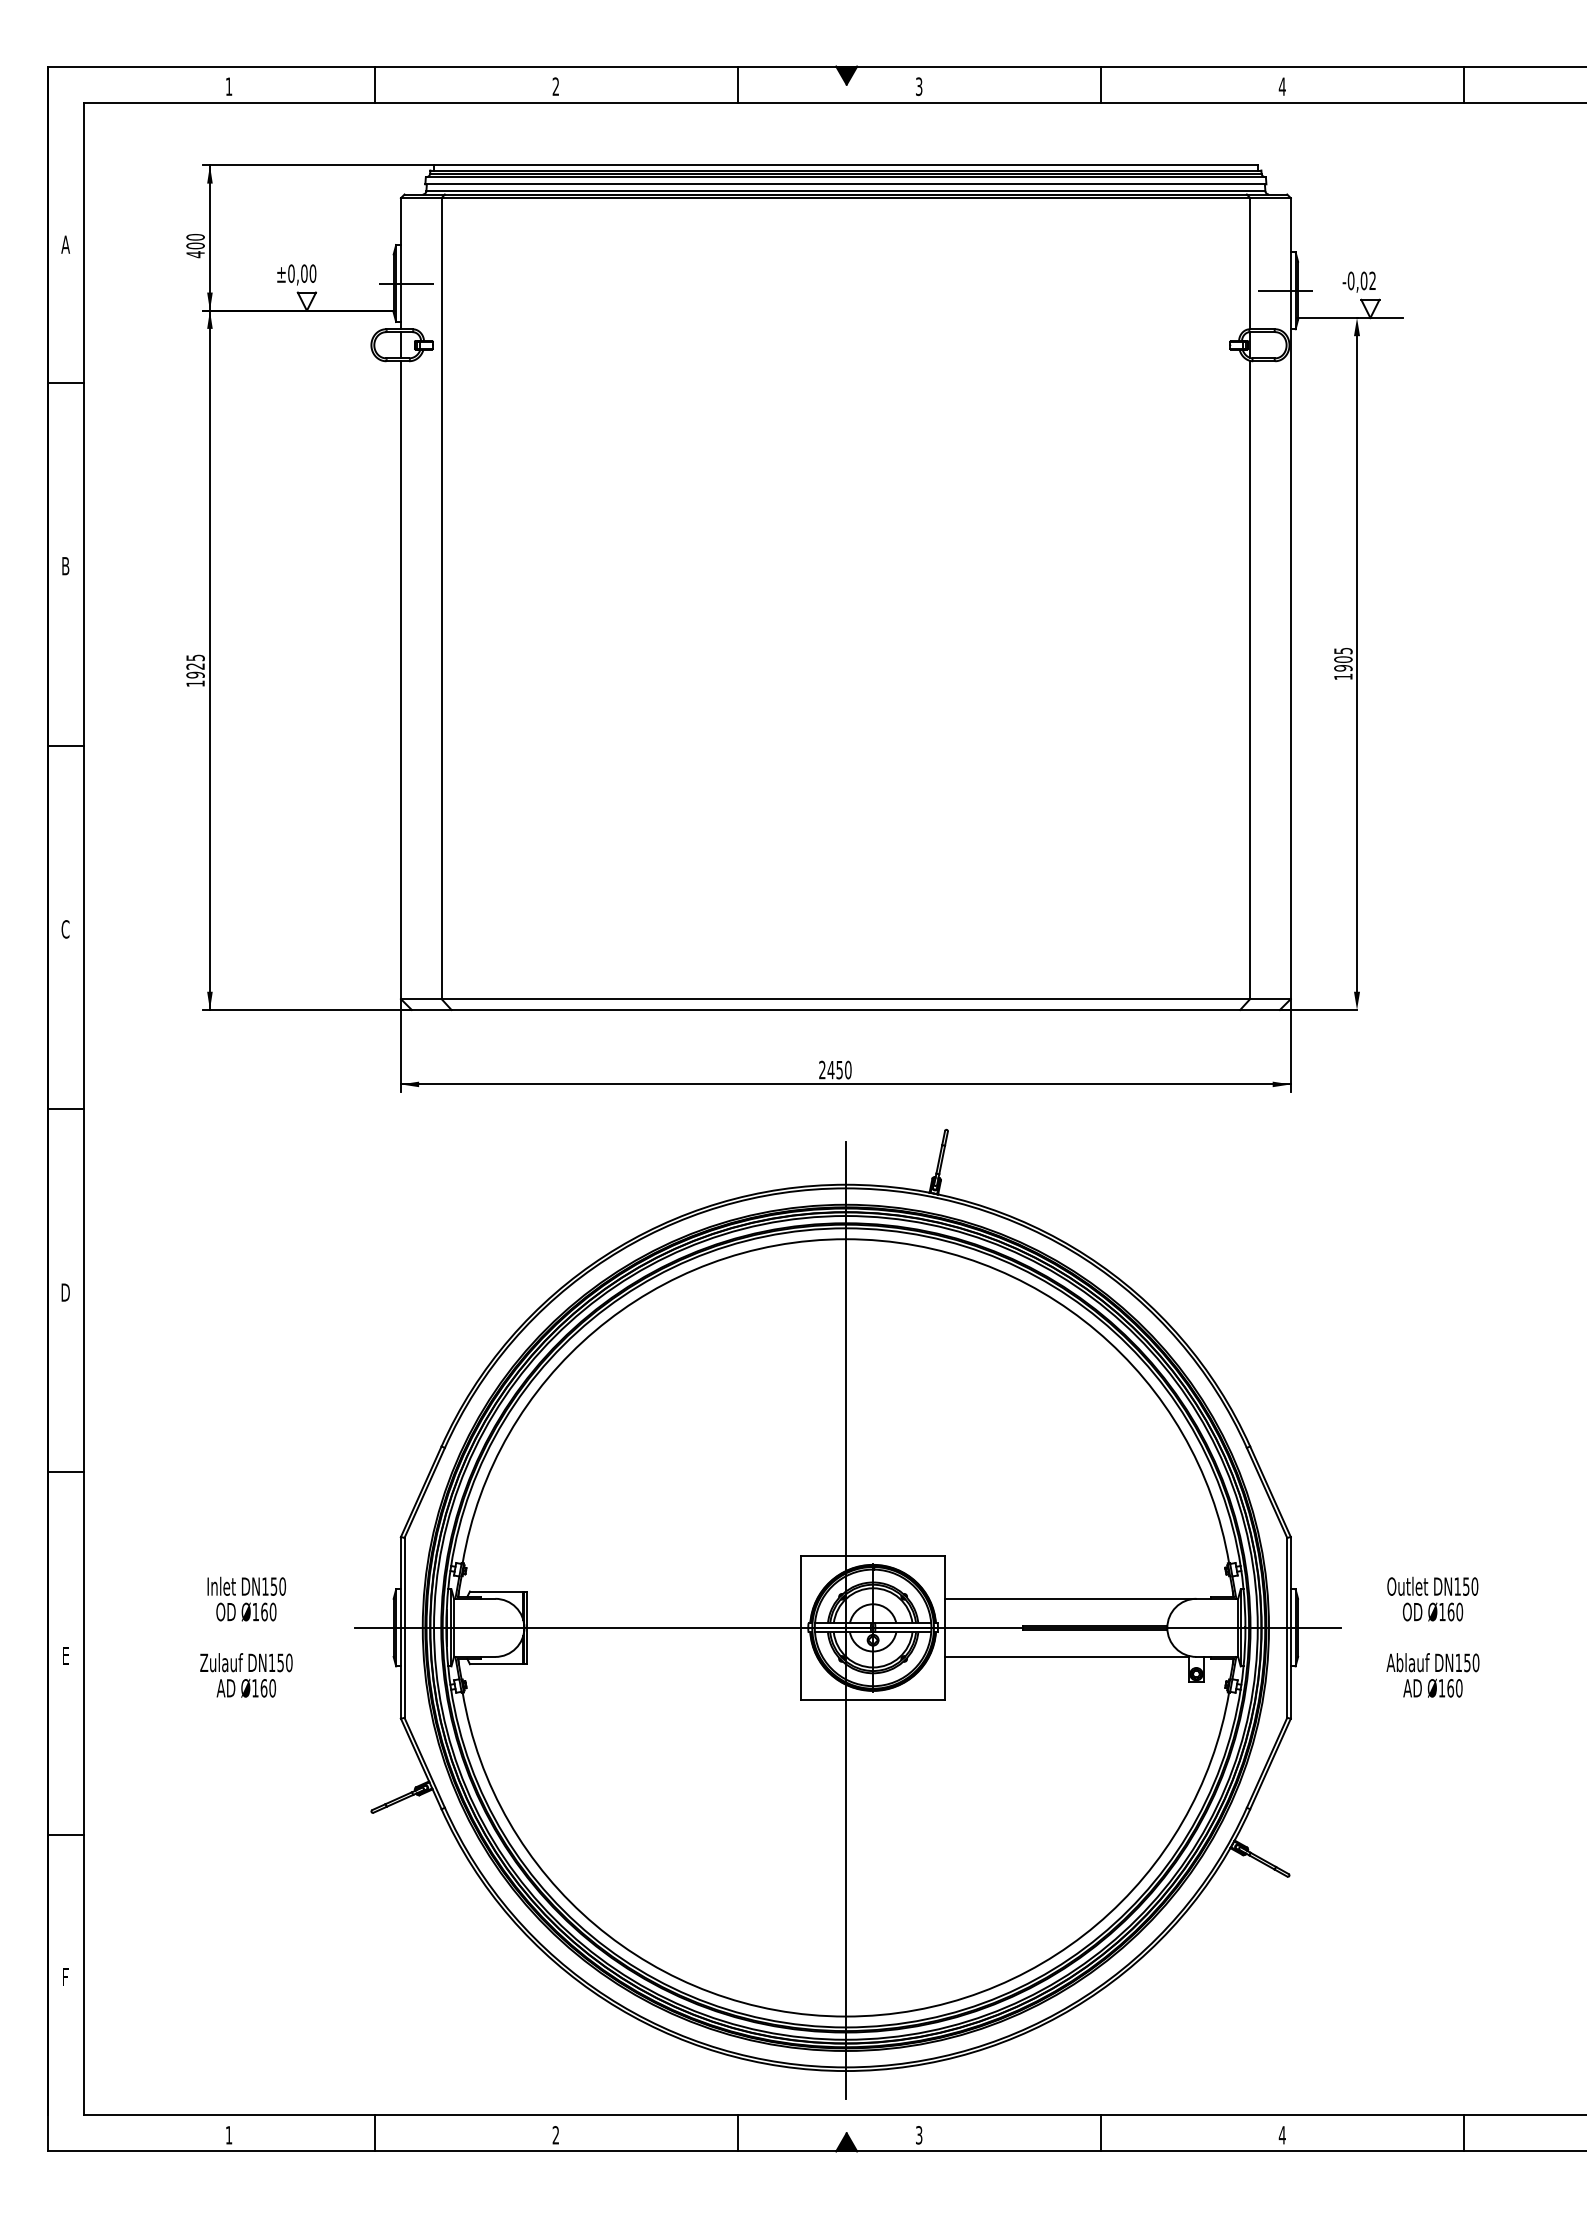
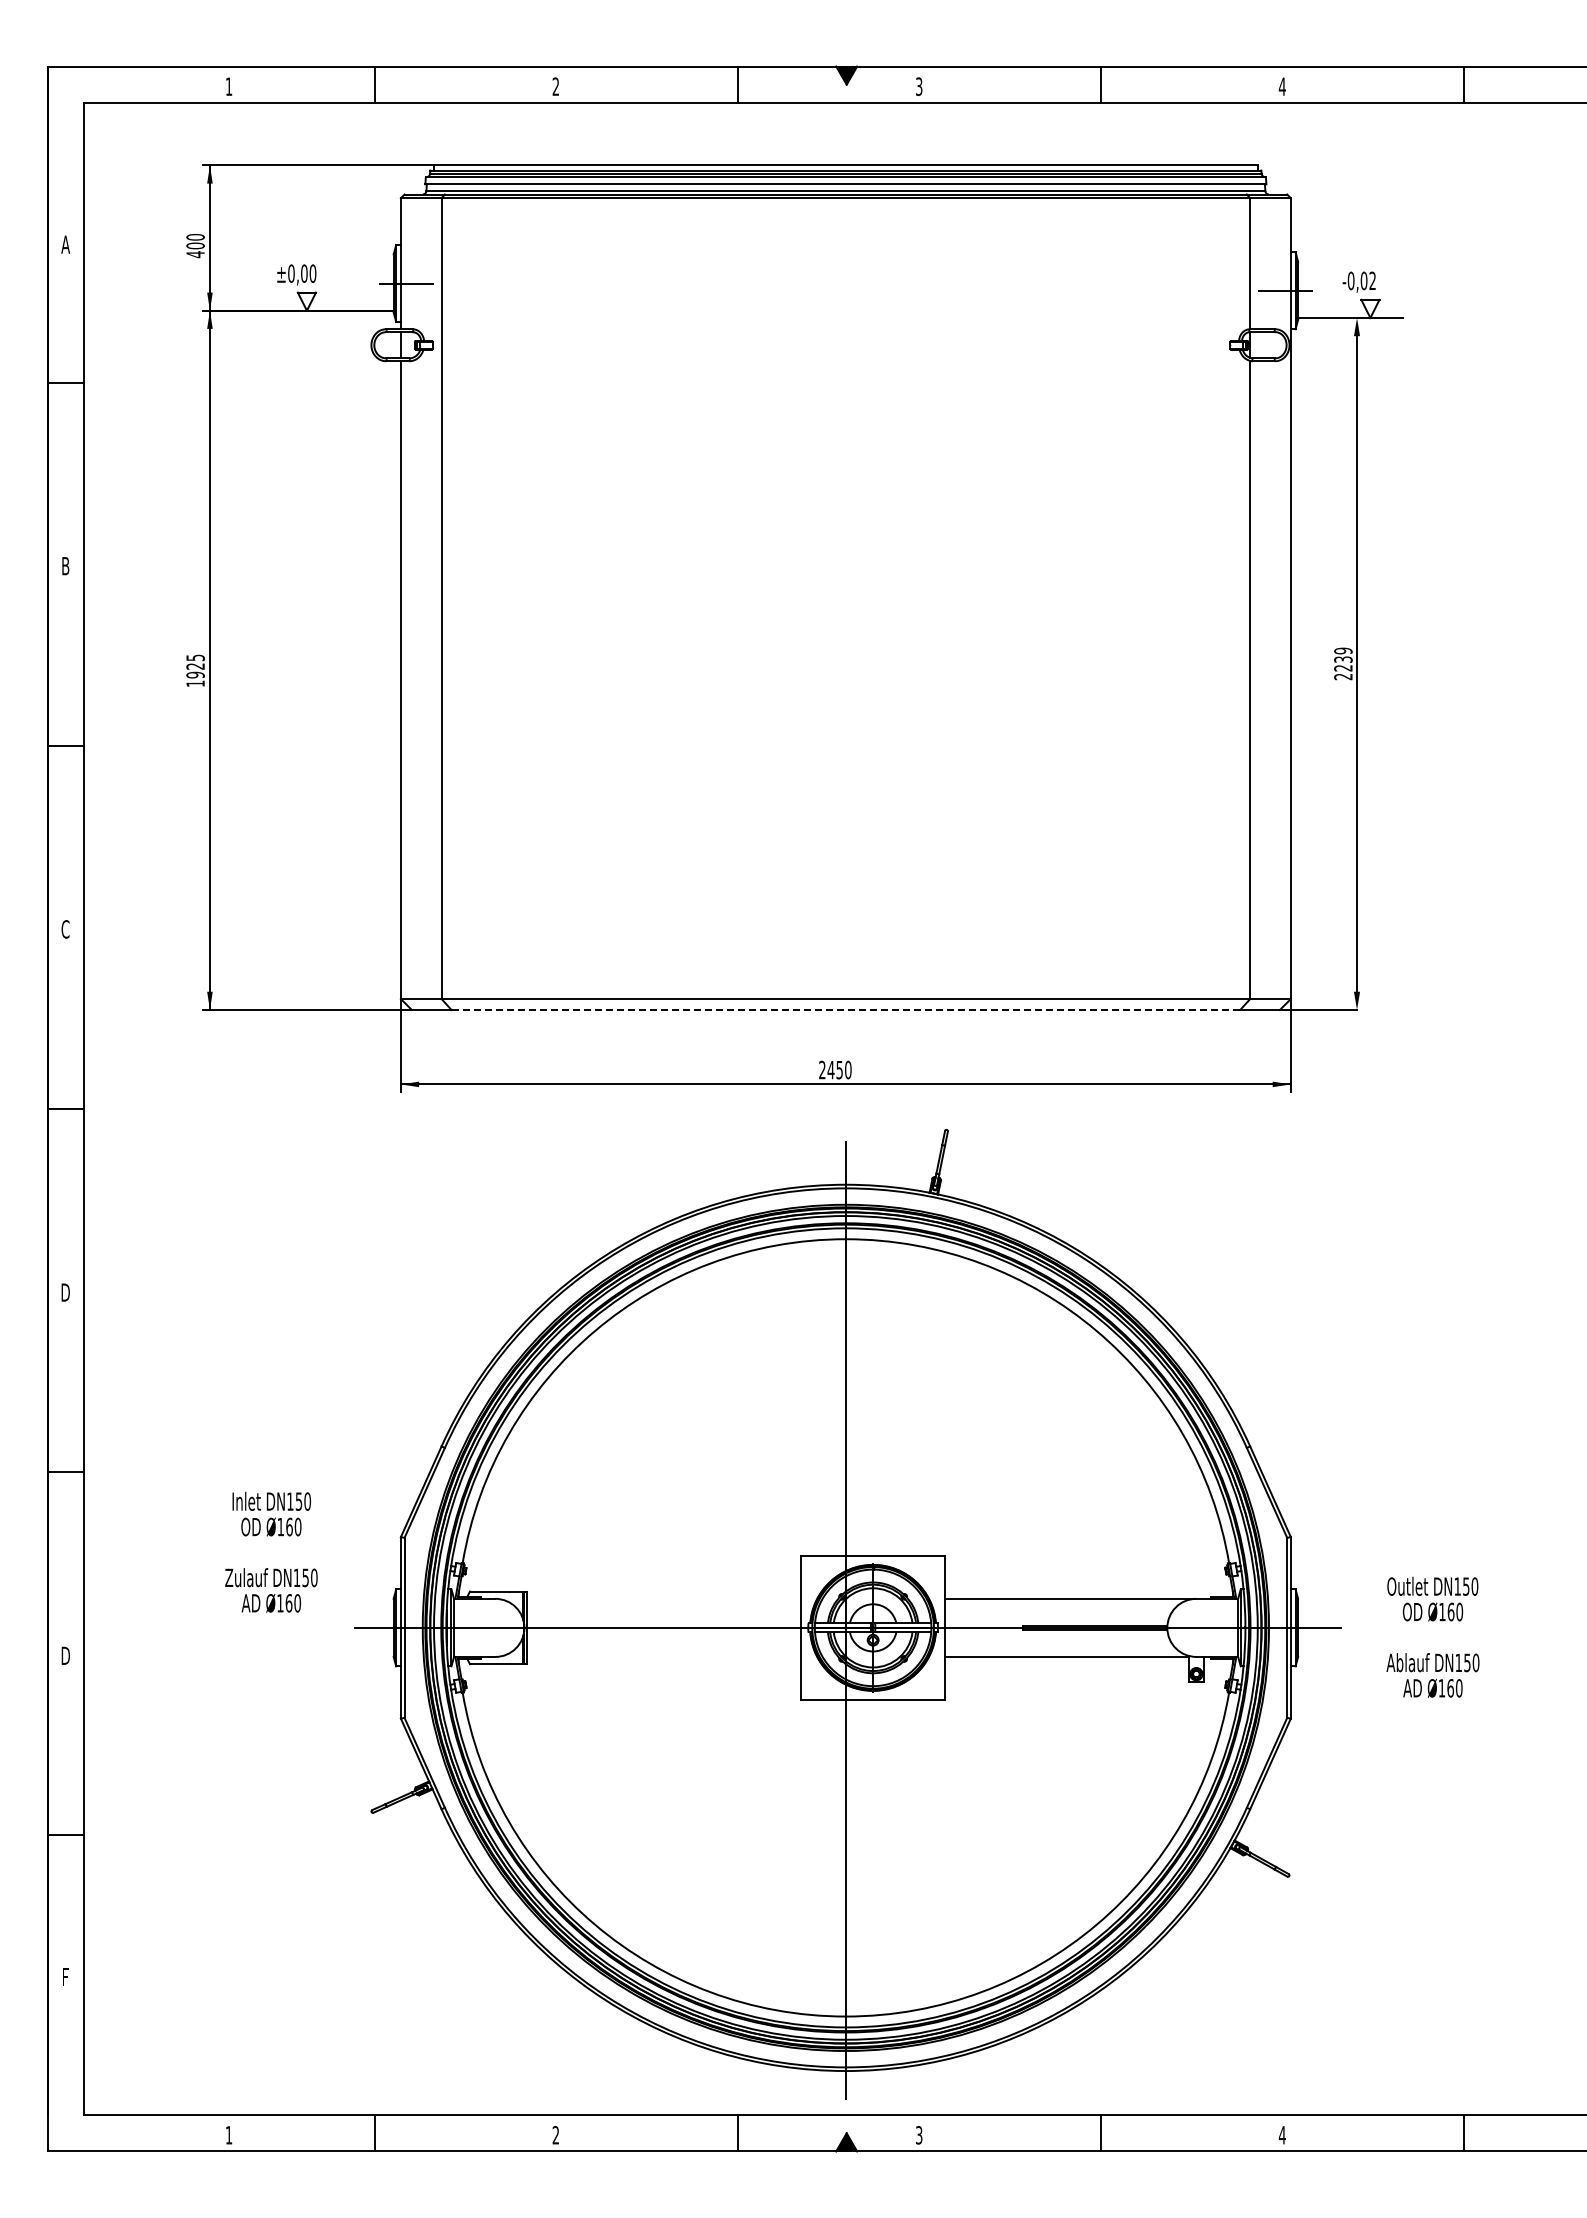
text at (1343, 663): 1905 -> 2239
line at (845, 1009): solid -> dashed
text at (246, 1636) position: (246, 1636) -> (271, 1551)
text at (65, 1655): E -> D
